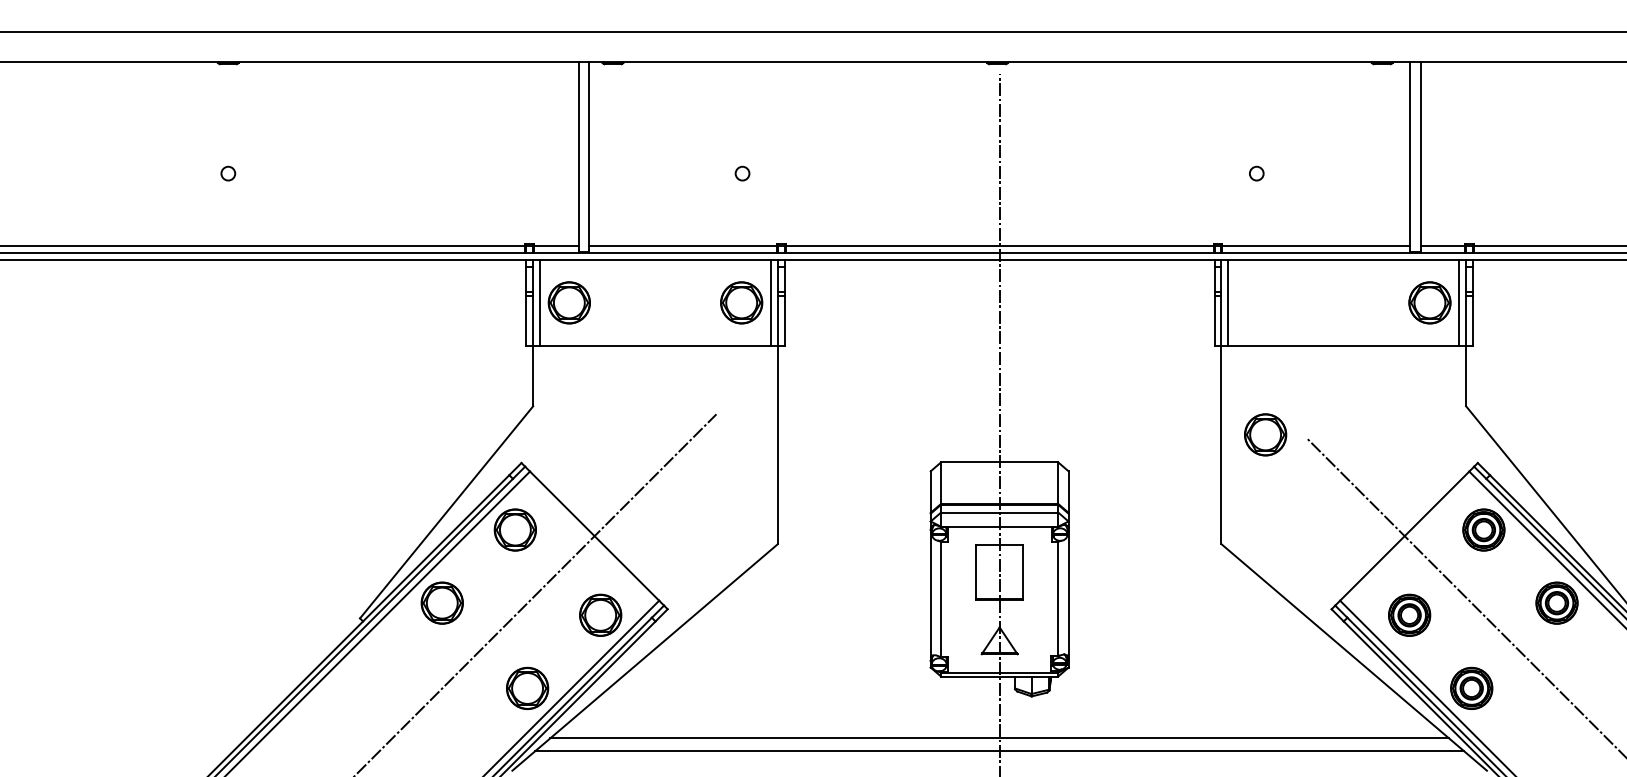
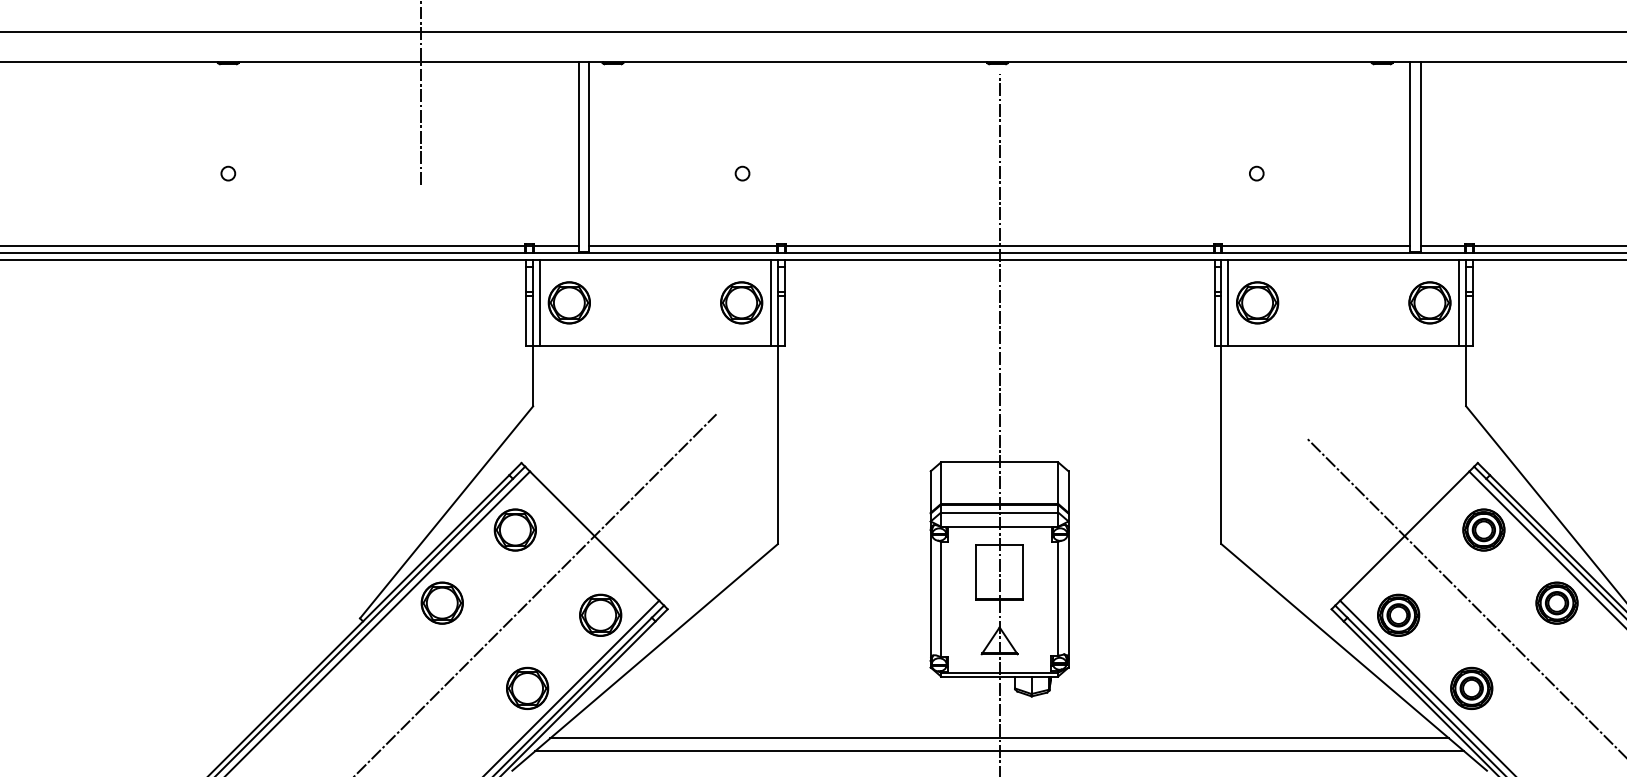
line at (420, 94): none -> present
part at (1265, 434) position: (1265, 434) -> (1257, 302)
part at (1409, 614) position: (1409, 614) -> (1398, 614)
